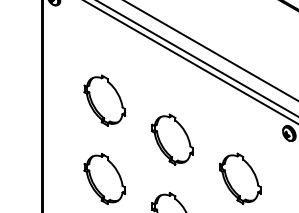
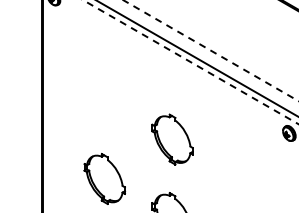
line at (211, 50): solid -> dashed
line at (190, 62): solid -> dashed
part at (104, 100): present -> none
part at (240, 178): present -> none
